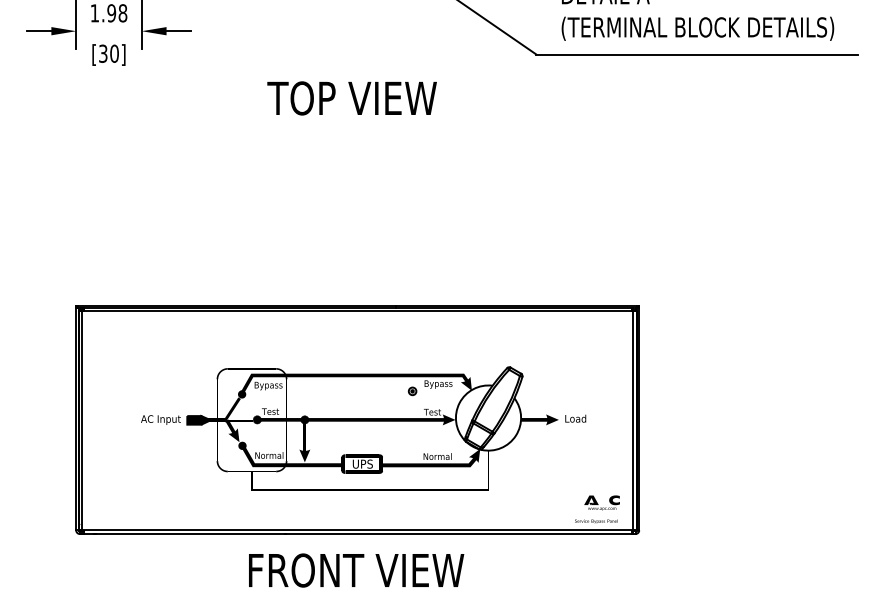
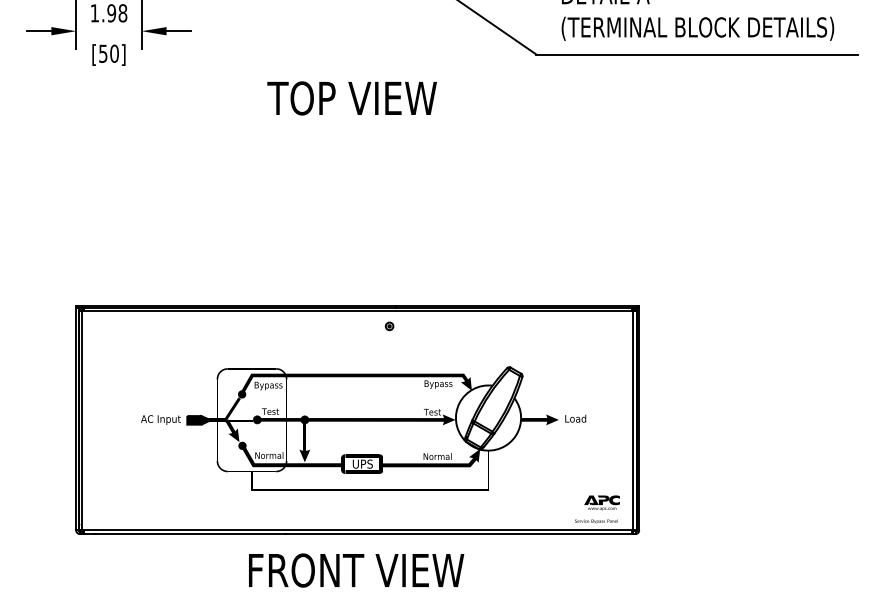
text at (103, 53): [30] -> [50]
part at (412, 391) position: (412, 391) -> (389, 326)
fill at (603, 500): none -> present
